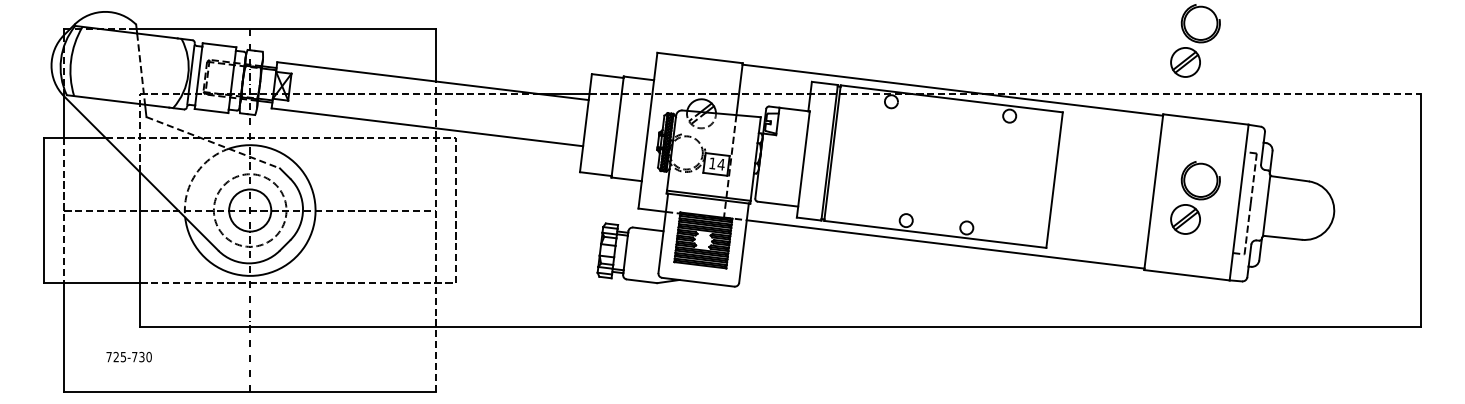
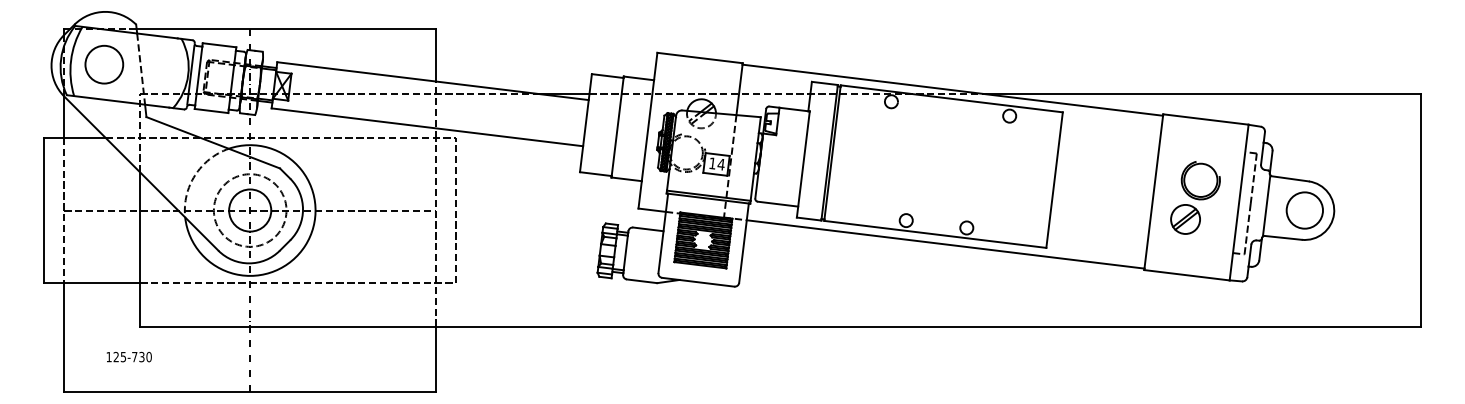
part at (1195, 40): present -> none
circle at (104, 64): none -> present
line at (1204, 94): dashed -> solid
line at (213, 142): dashed -> solid
circle at (1304, 210): none -> present
text at (108, 357): 725-730 -> 125-730
line at (436, 359): dashed -> solid
